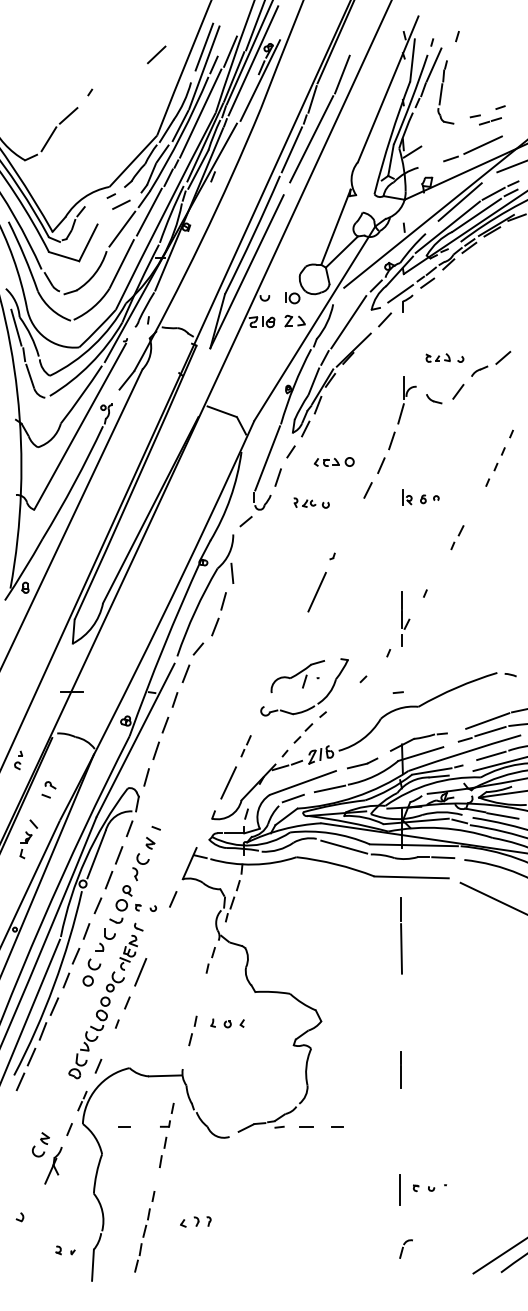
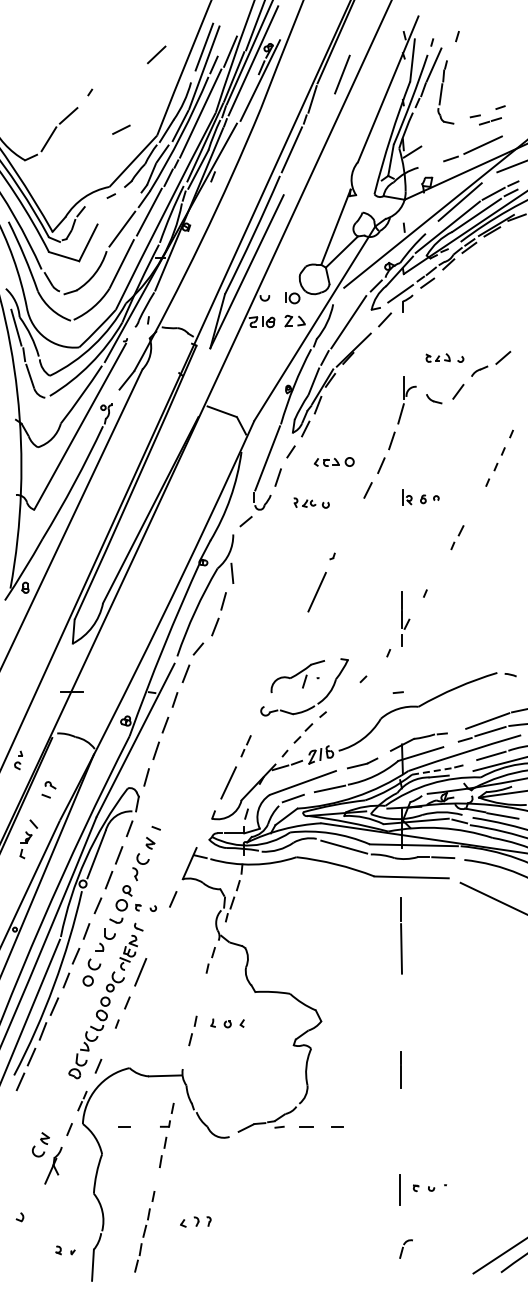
line at (311, 139): present -> none
line at (121, 204) position: (121, 204) -> (121, 129)
line at (431, 771): solid -> dashed
